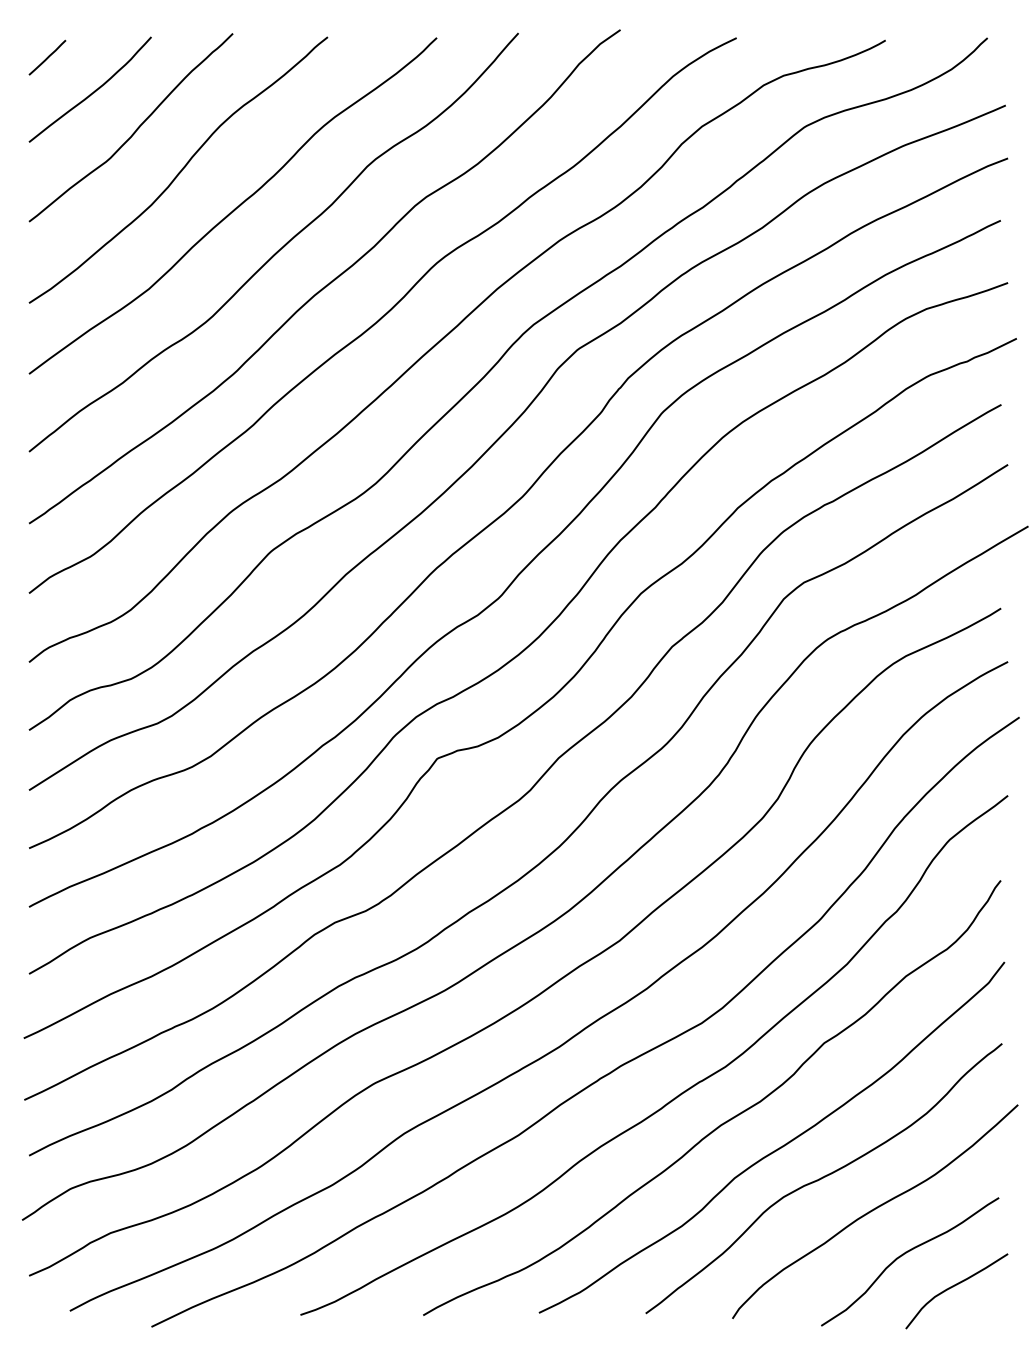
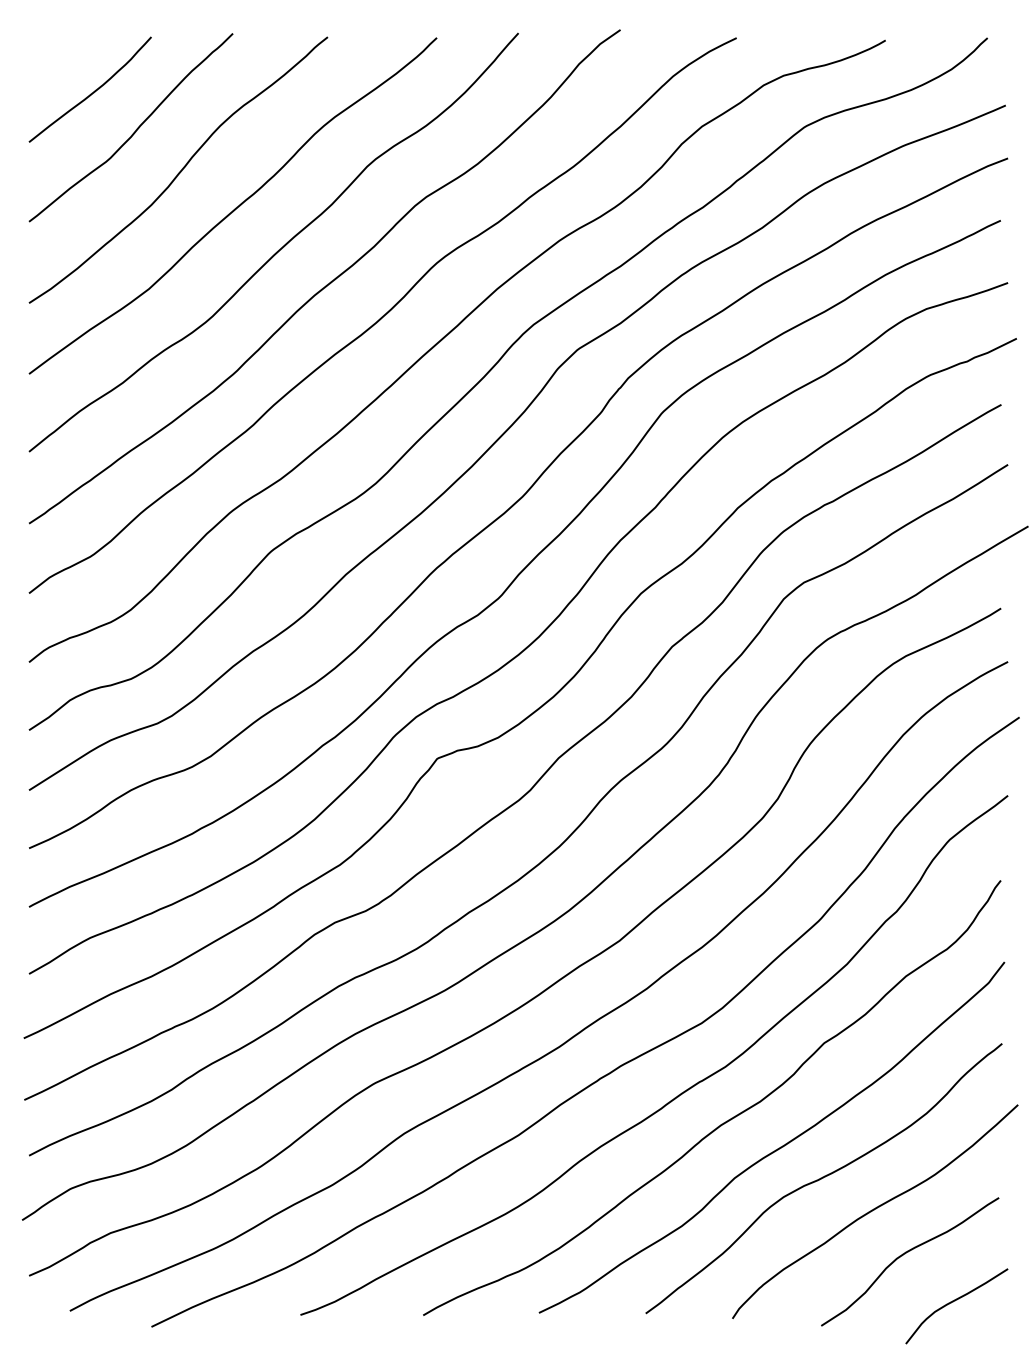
line at (47, 57): present -> none
curve at (953, 1287) position: (953, 1287) -> (953, 1302)
